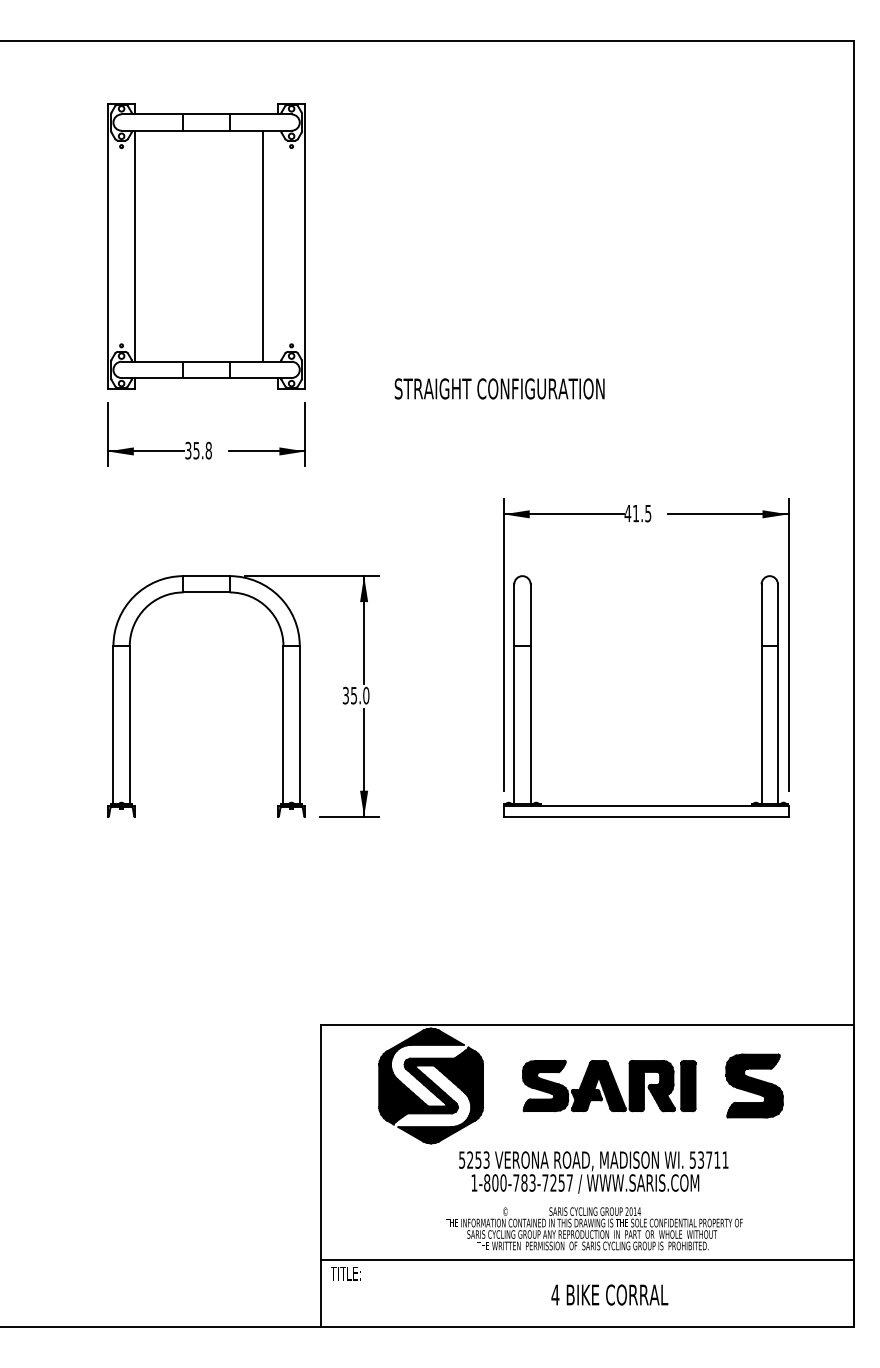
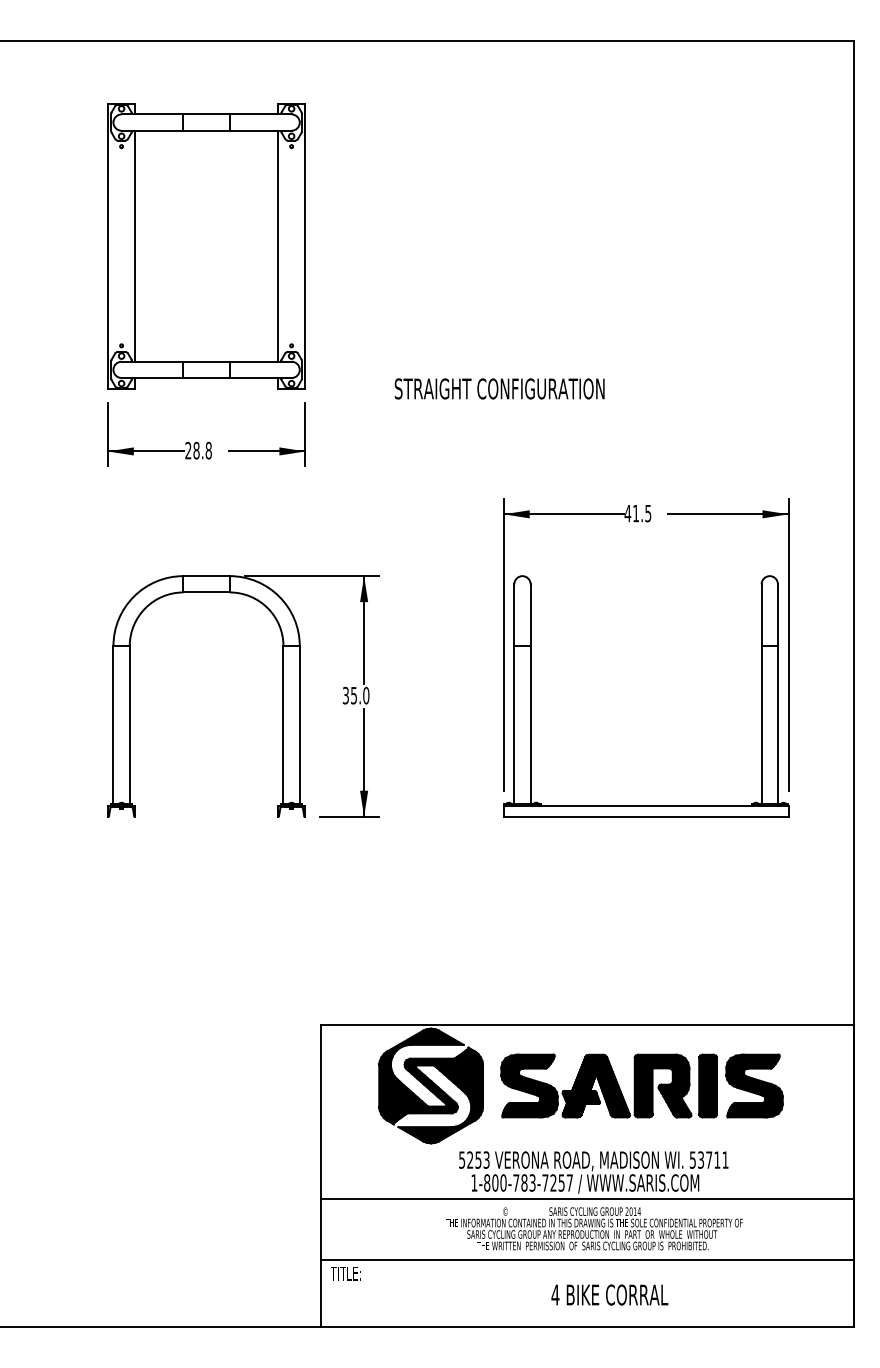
line at (262, 245) position: (262, 245) -> (277, 245)
text at (192, 450): 35.8 -> 28.8
part at (609, 1085) size: 175x54 px -> 219x66 px
line at (587, 1199): none -> present
